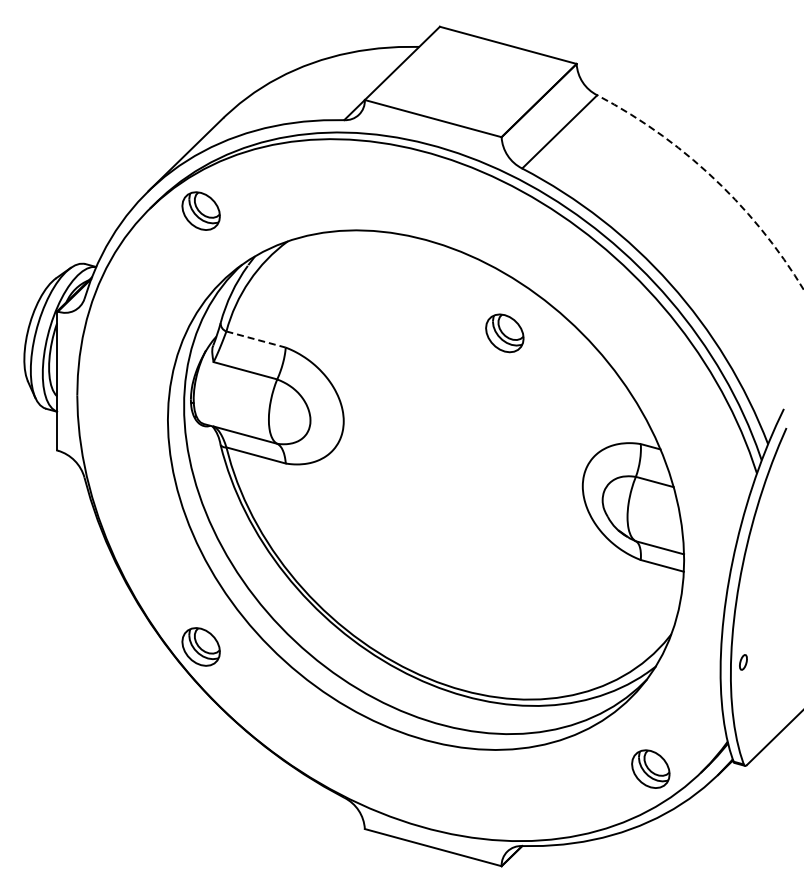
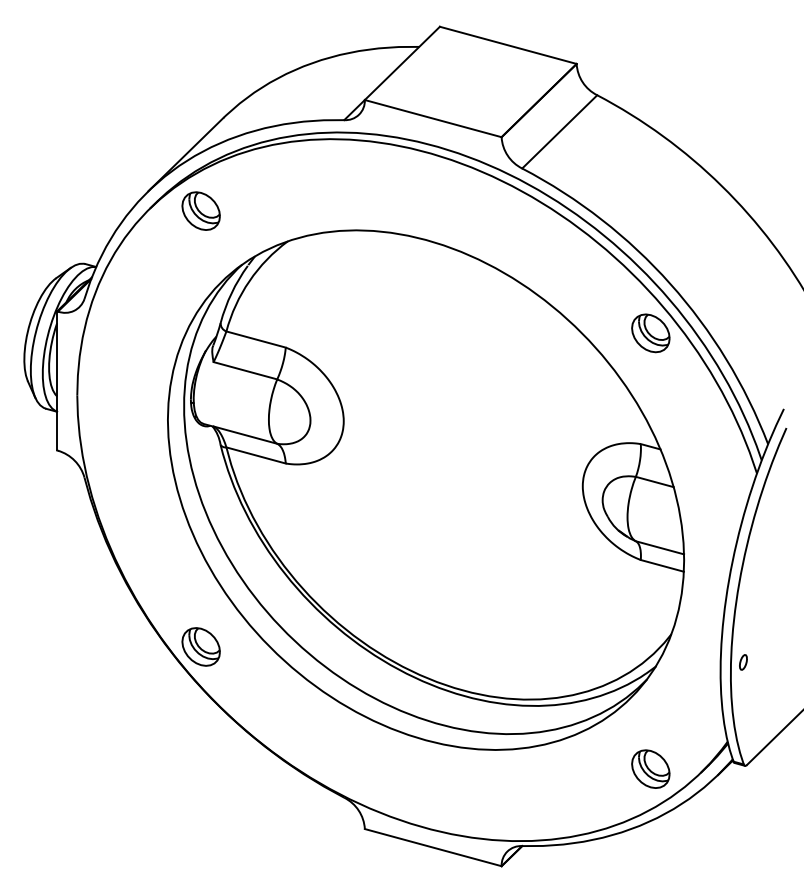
arc at (713, 178): dashed -> solid
part at (504, 333) position: (504, 333) -> (650, 333)
line at (256, 339): dashed -> solid
